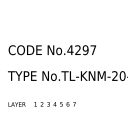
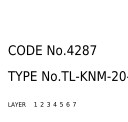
text at (85, 50): No.4297 -> No.4287
